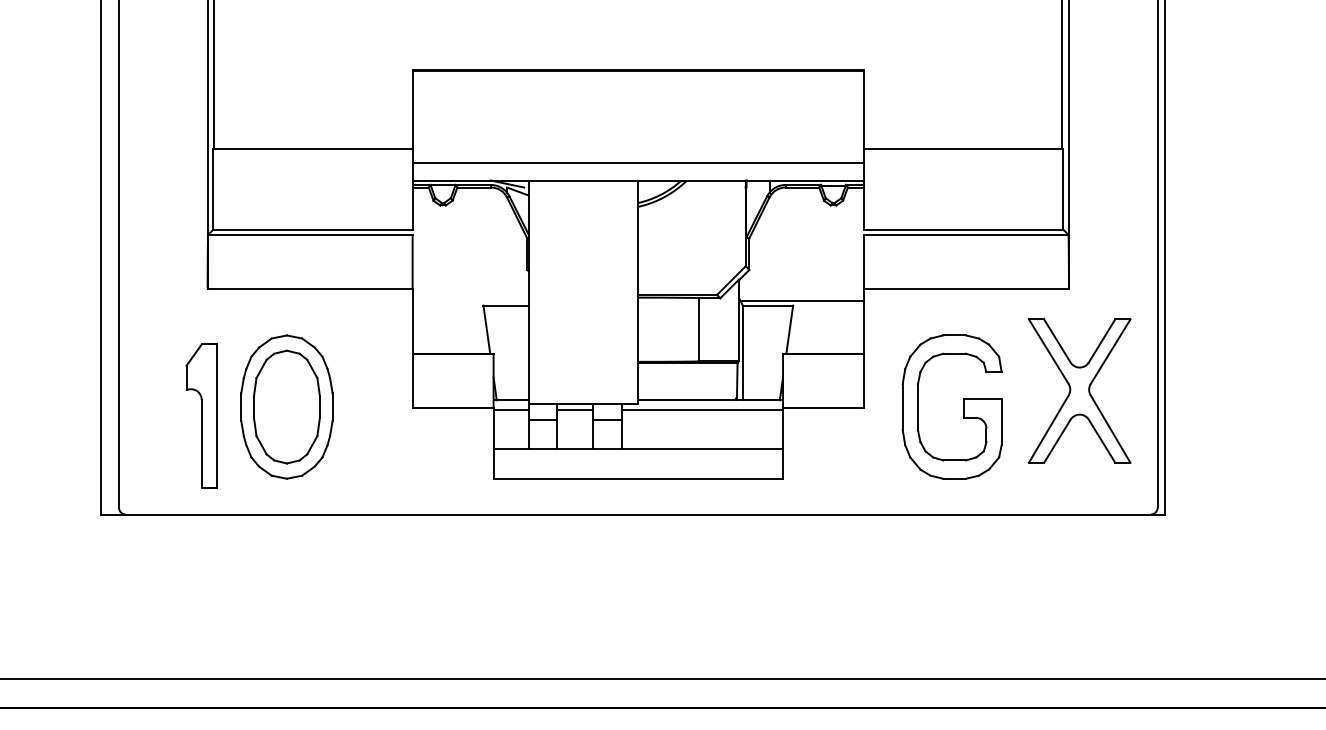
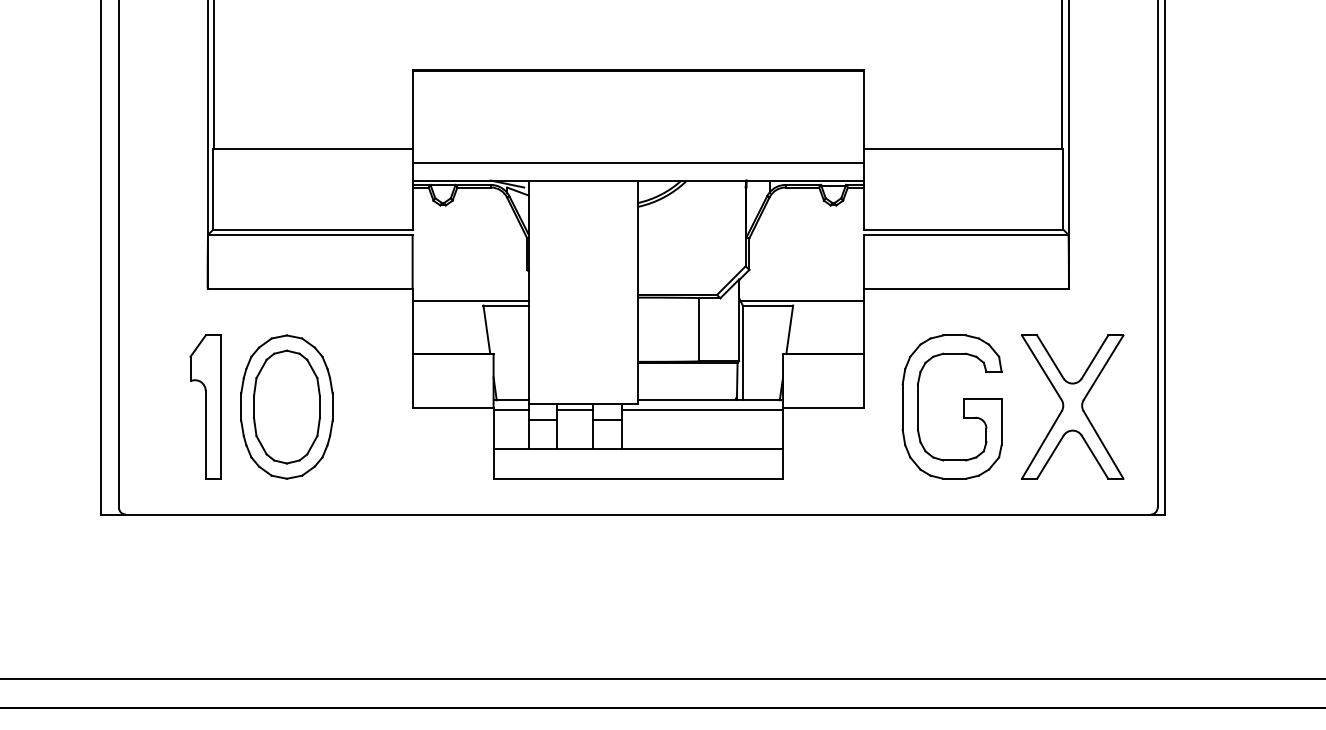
line at (470, 300): none -> present
part at (1079, 390) position: (1079, 390) -> (1072, 406)
part at (201, 415) position: (201, 415) -> (205, 406)
